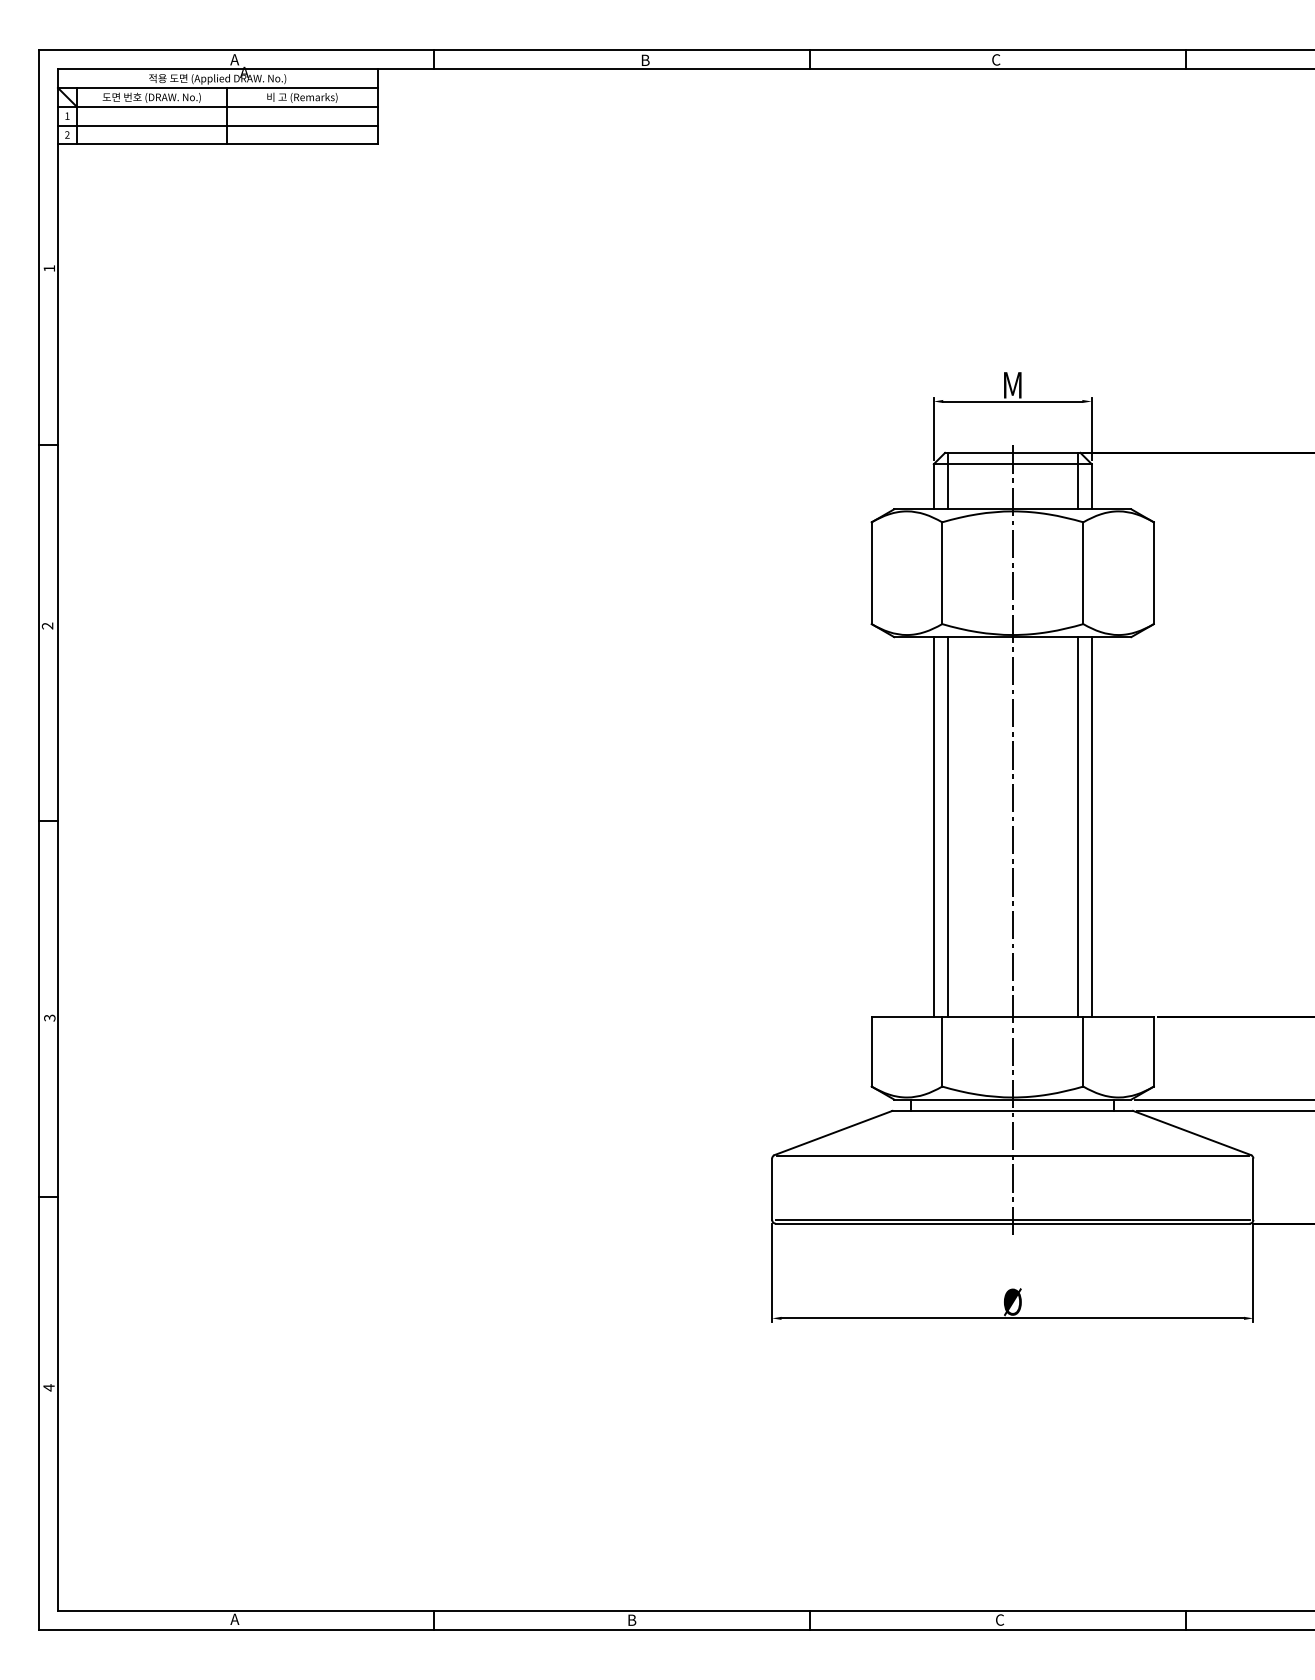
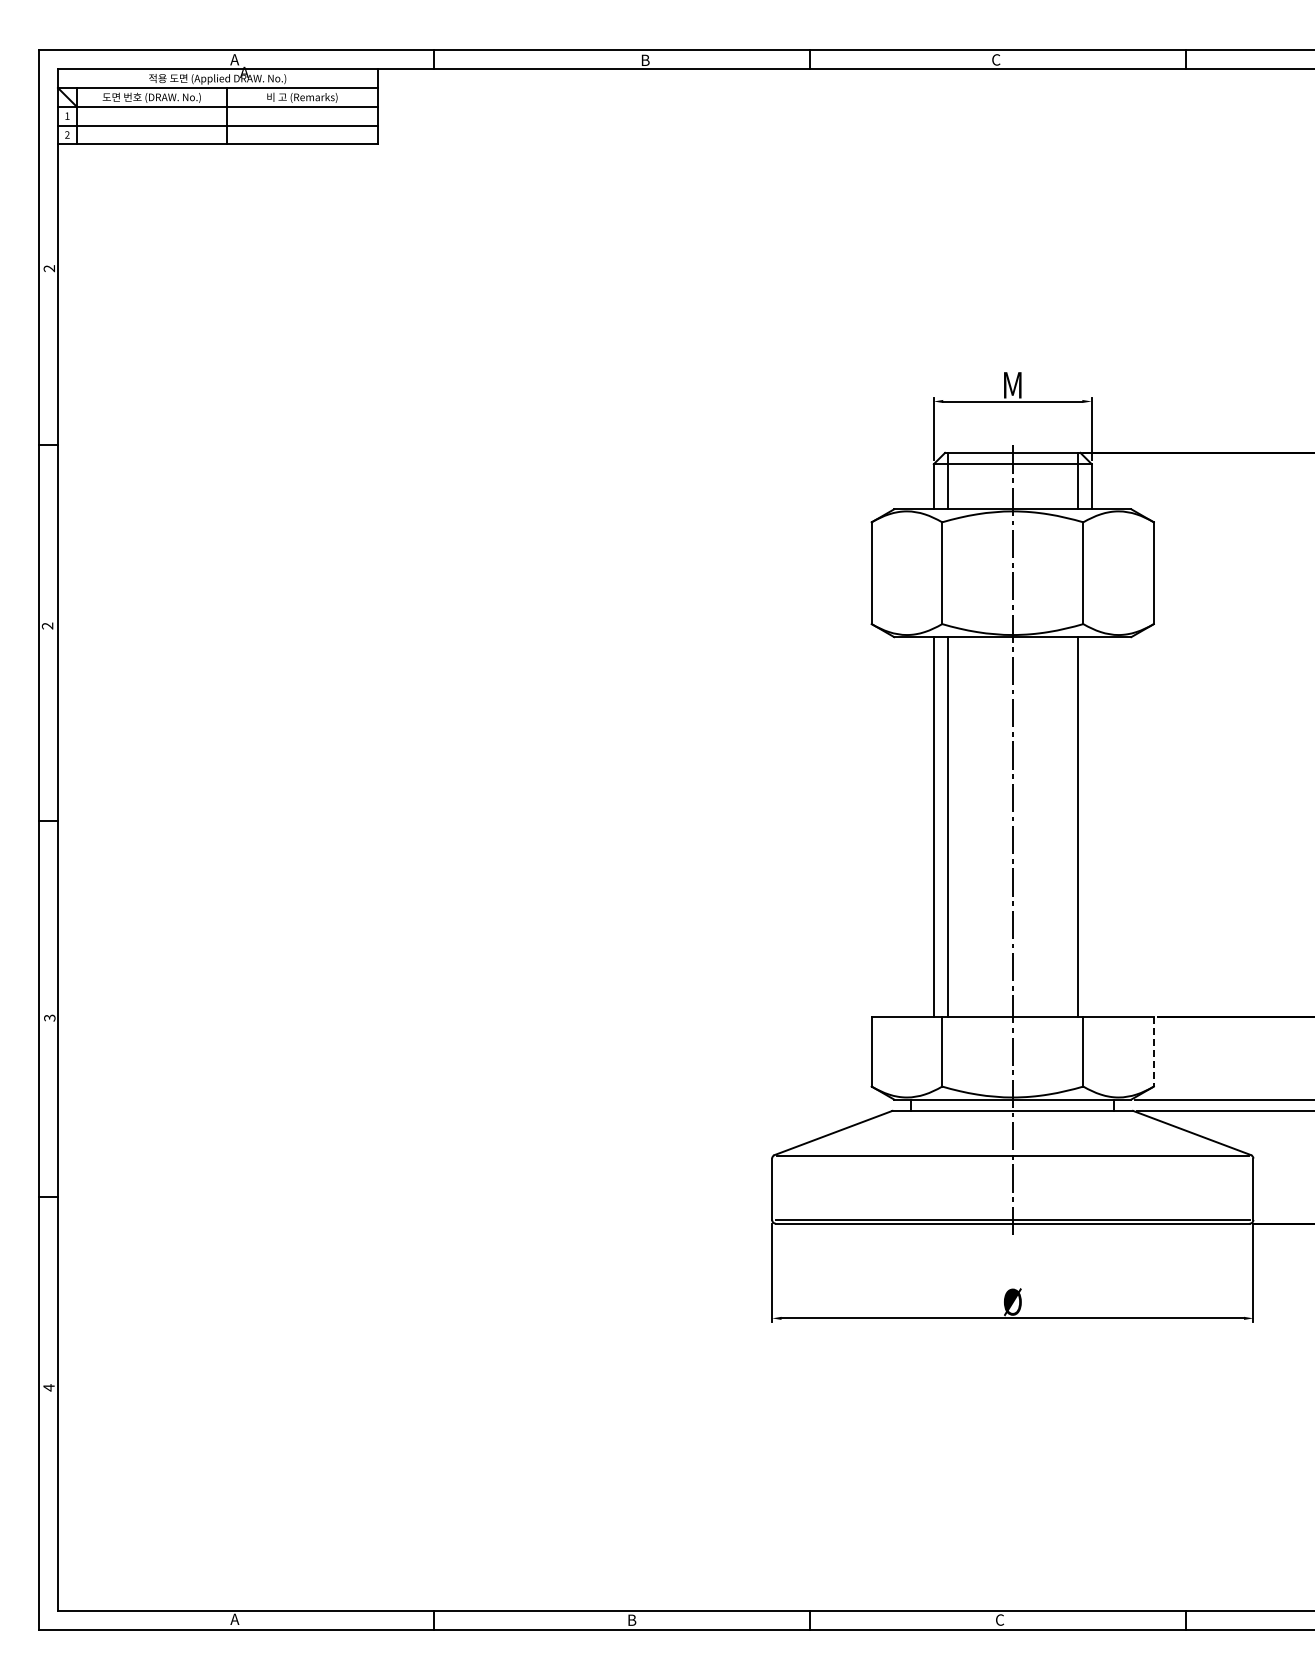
text at (48, 268): 1 -> 2
line at (1091, 826): present -> none
line at (1153, 1051): solid -> dashed
